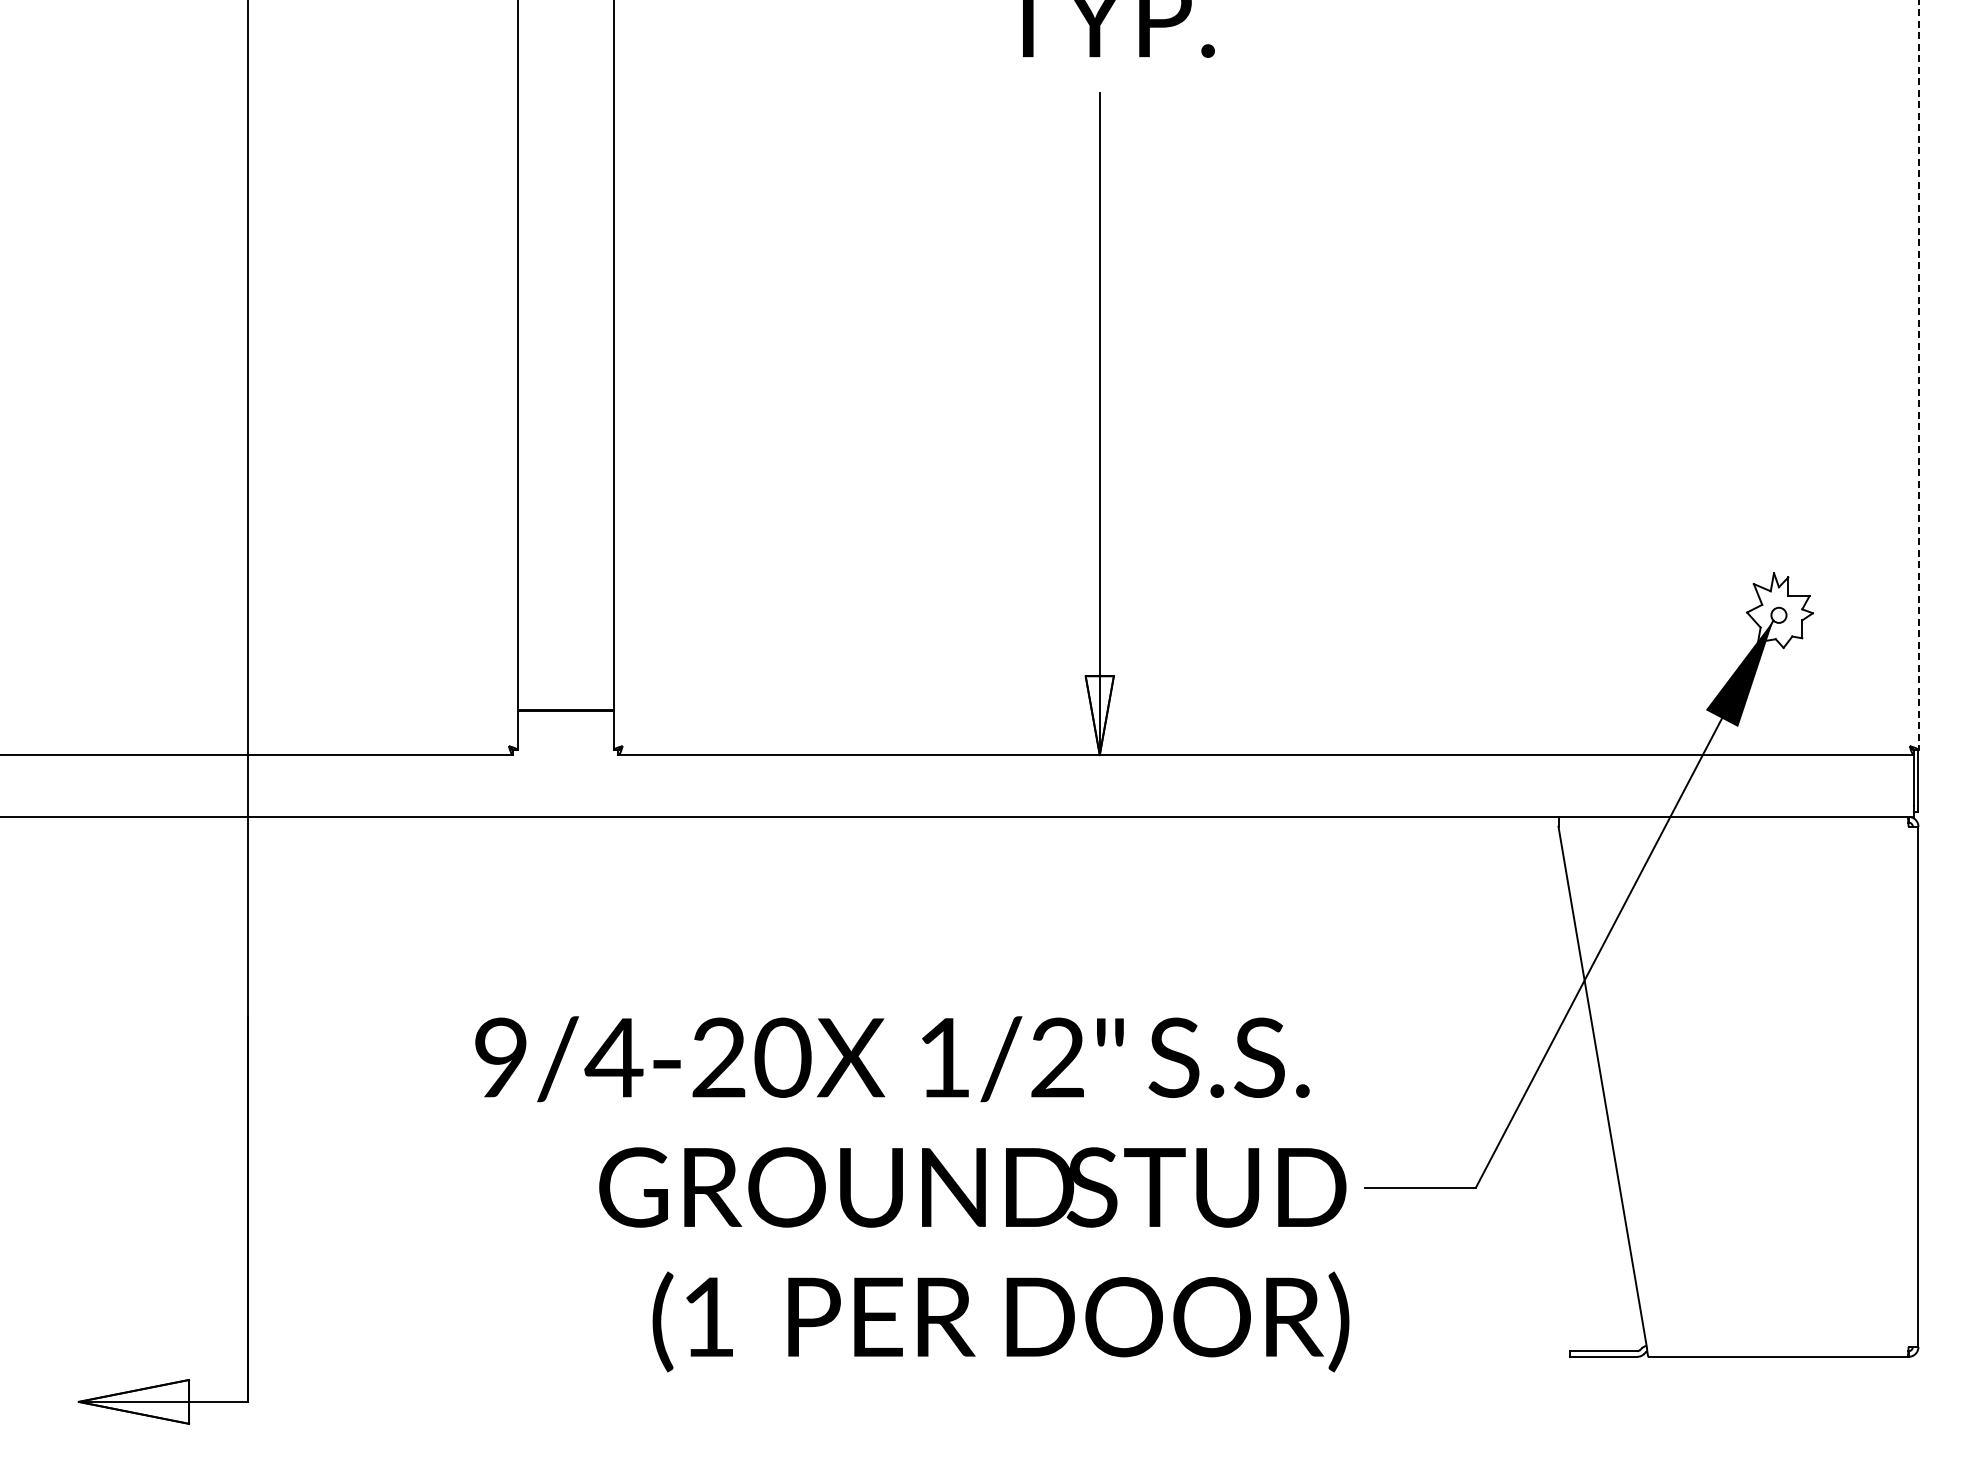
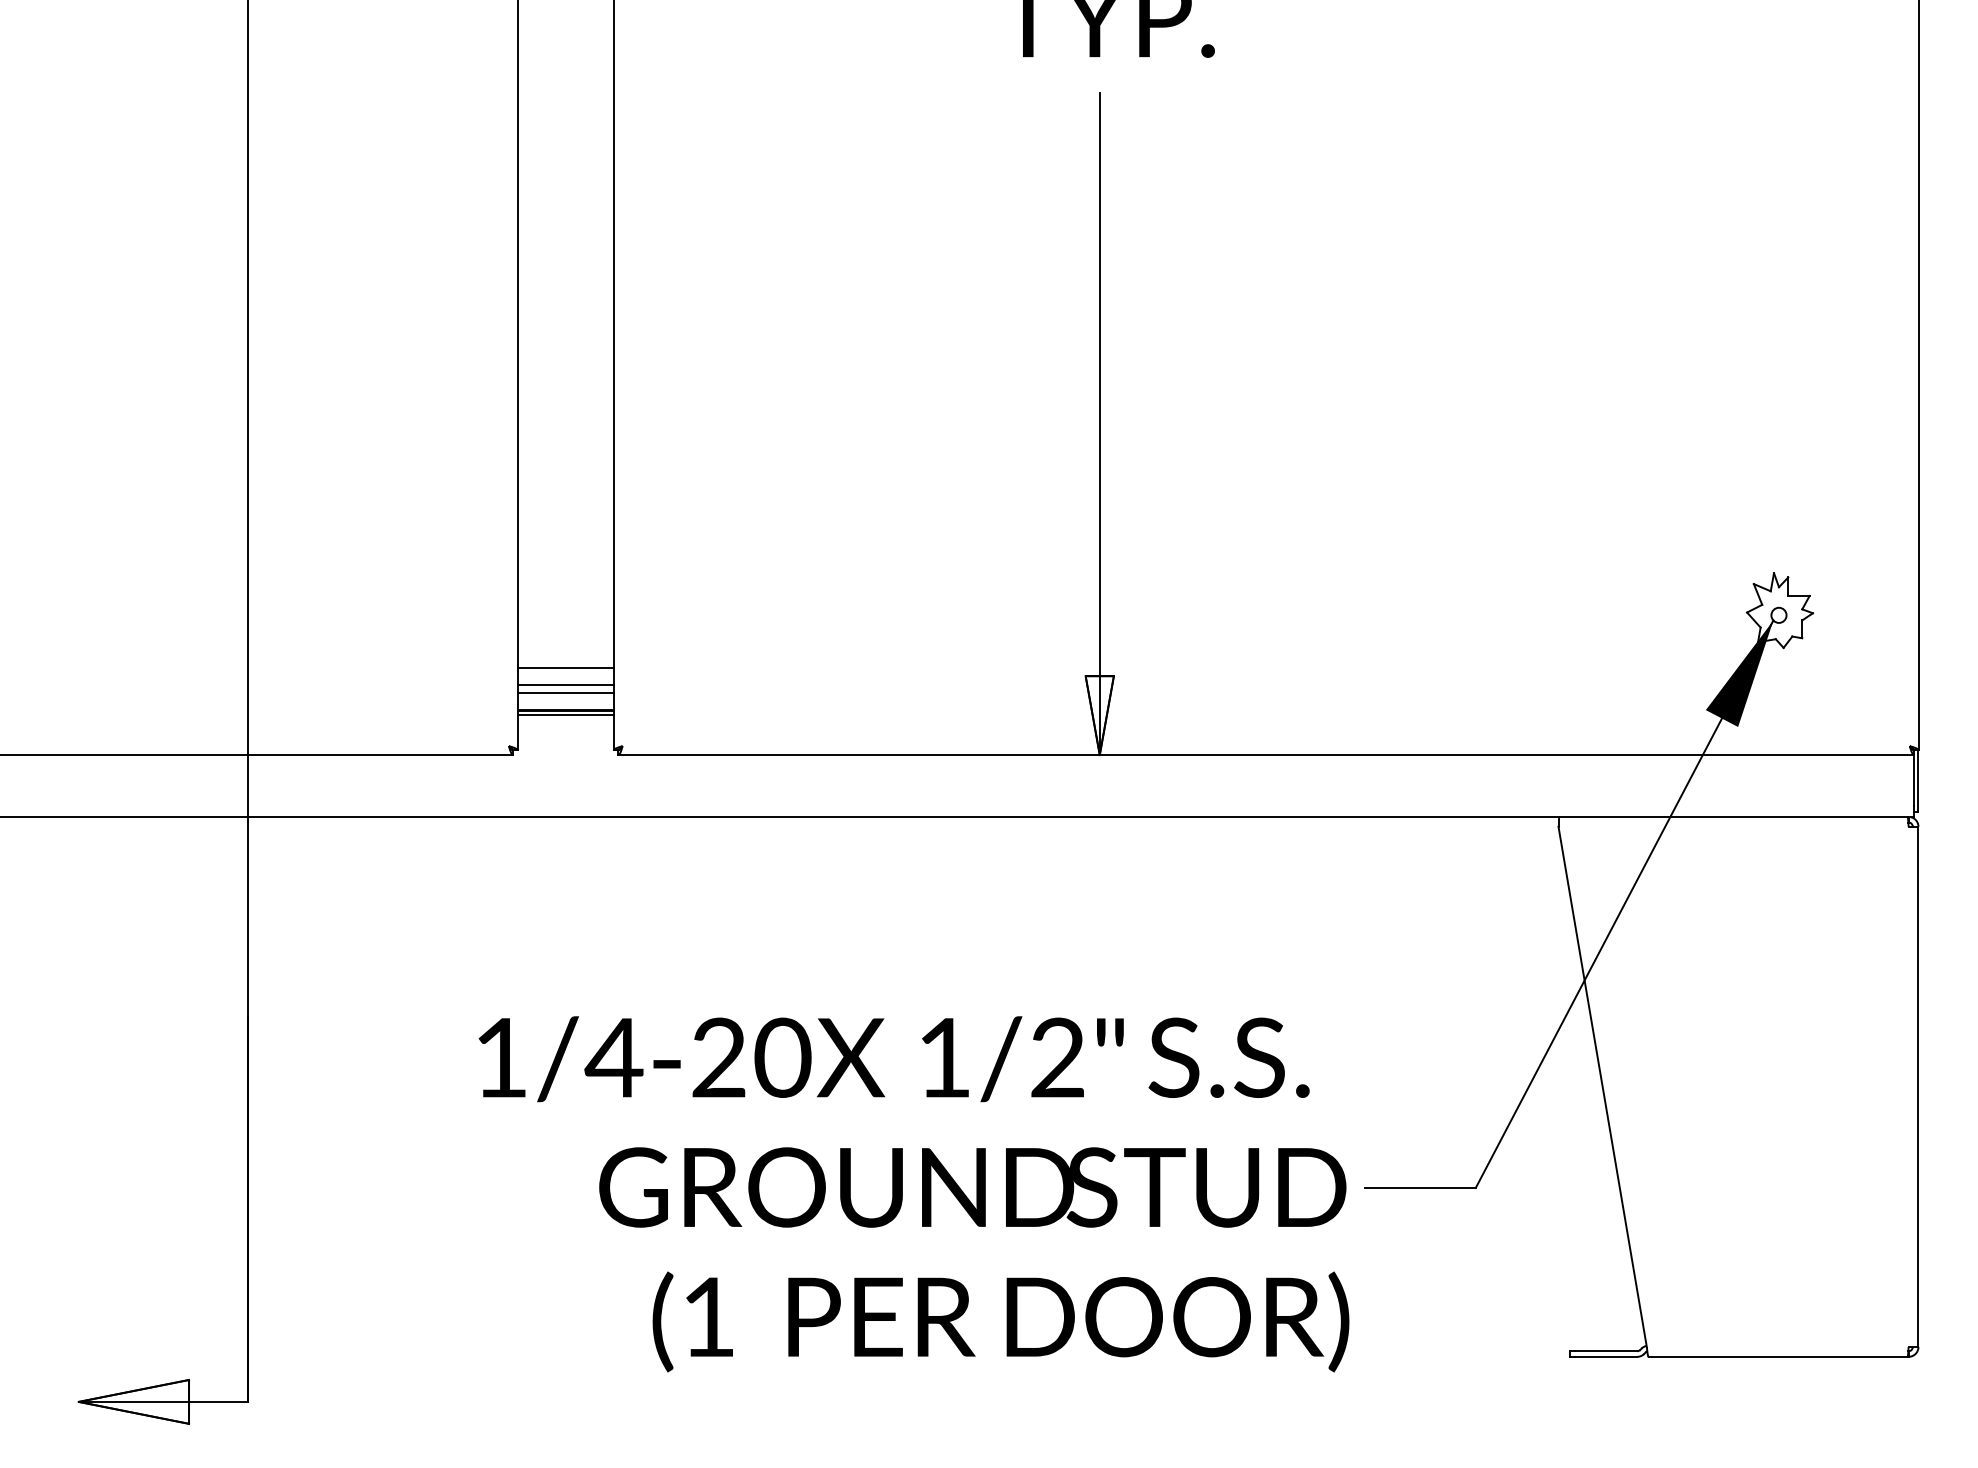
line at (1918, 375): dashed -> solid
line at (565, 667): none -> present
line at (565, 684): none -> present
line at (565, 693): none -> present
line at (565, 715): none -> present
text at (500, 1057): 9/4-20 -> 1/4-20
